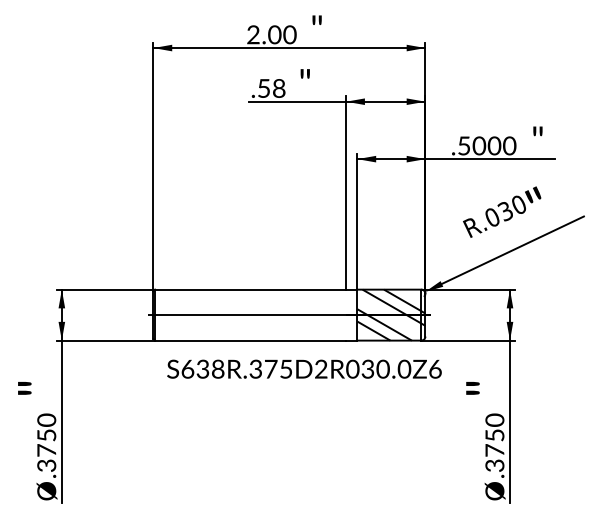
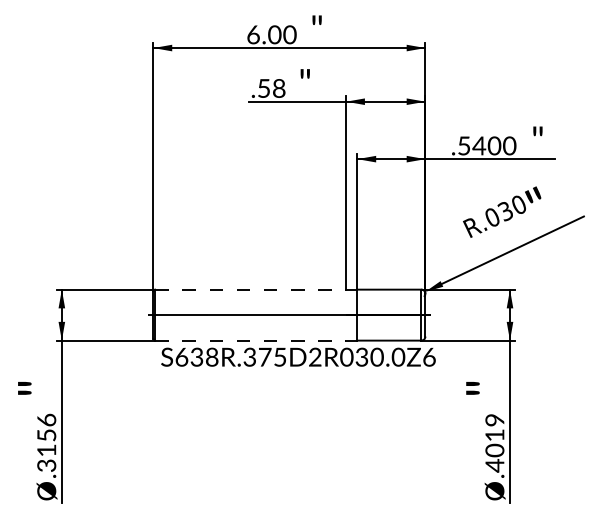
text at (253, 34): 2.00 -> 6.00
text at (479, 145): .5000 -> .5400
line at (250, 289): solid -> dashed
hatch at (391, 314): present -> none
line at (250, 340): solid -> dashed
text at (304, 368) position: (304, 368) -> (298, 356)
text at (46, 434): .3750 -> .3156
text at (494, 442): .3750 -> .4019
